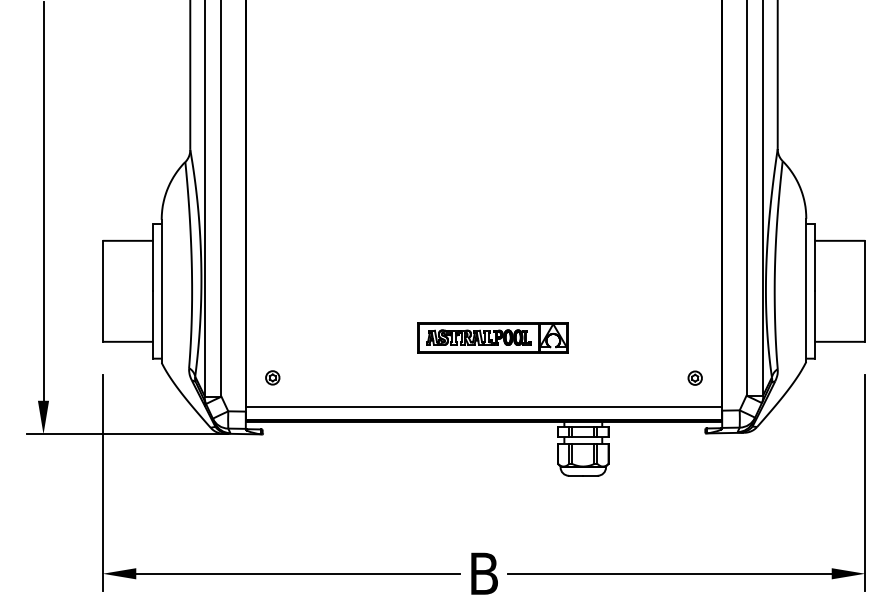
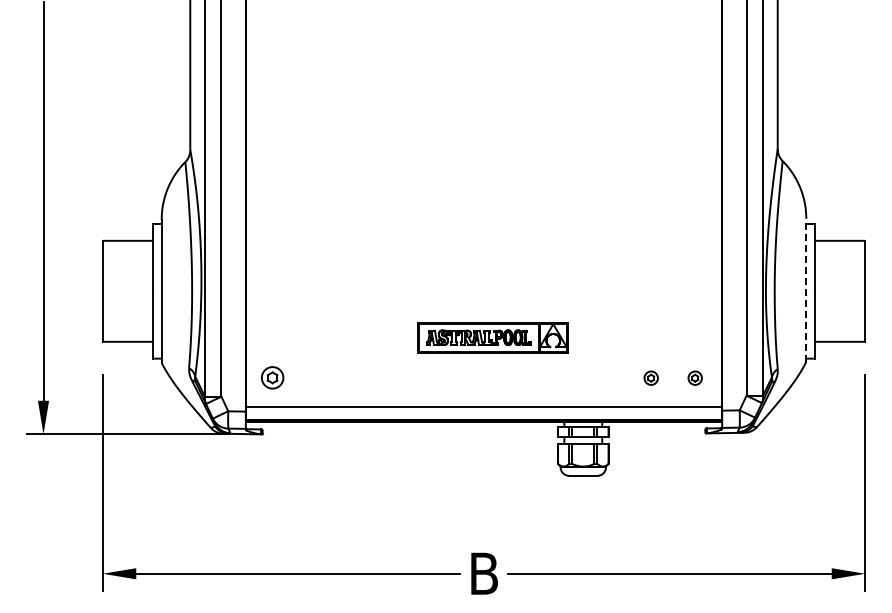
line at (806, 290): solid -> dashed
part at (272, 377) size: 16x16 px -> 24x24 px
part at (650, 377): none -> present
